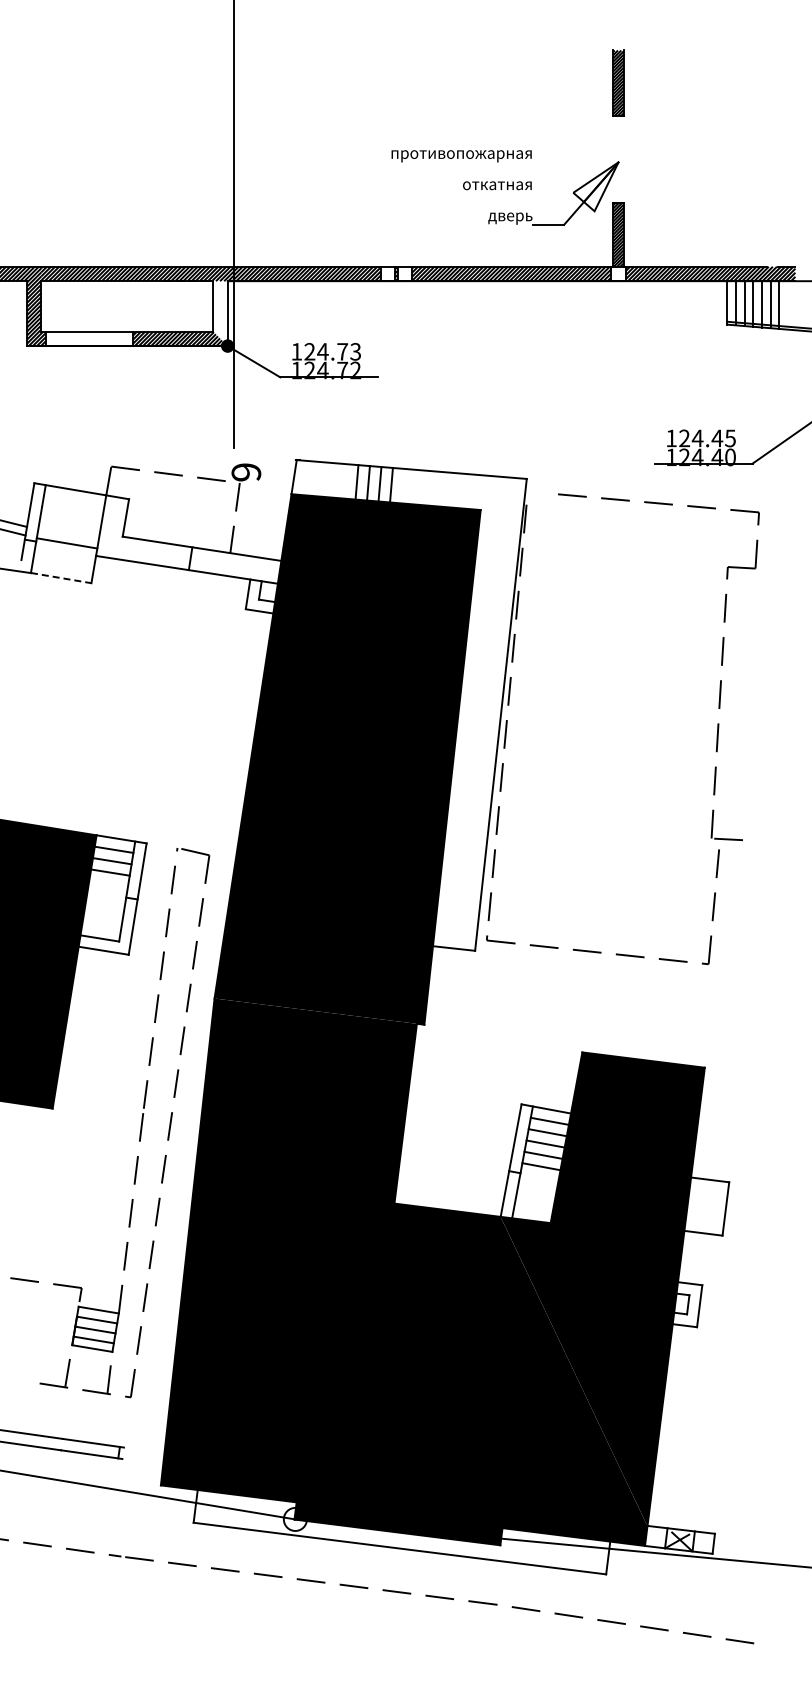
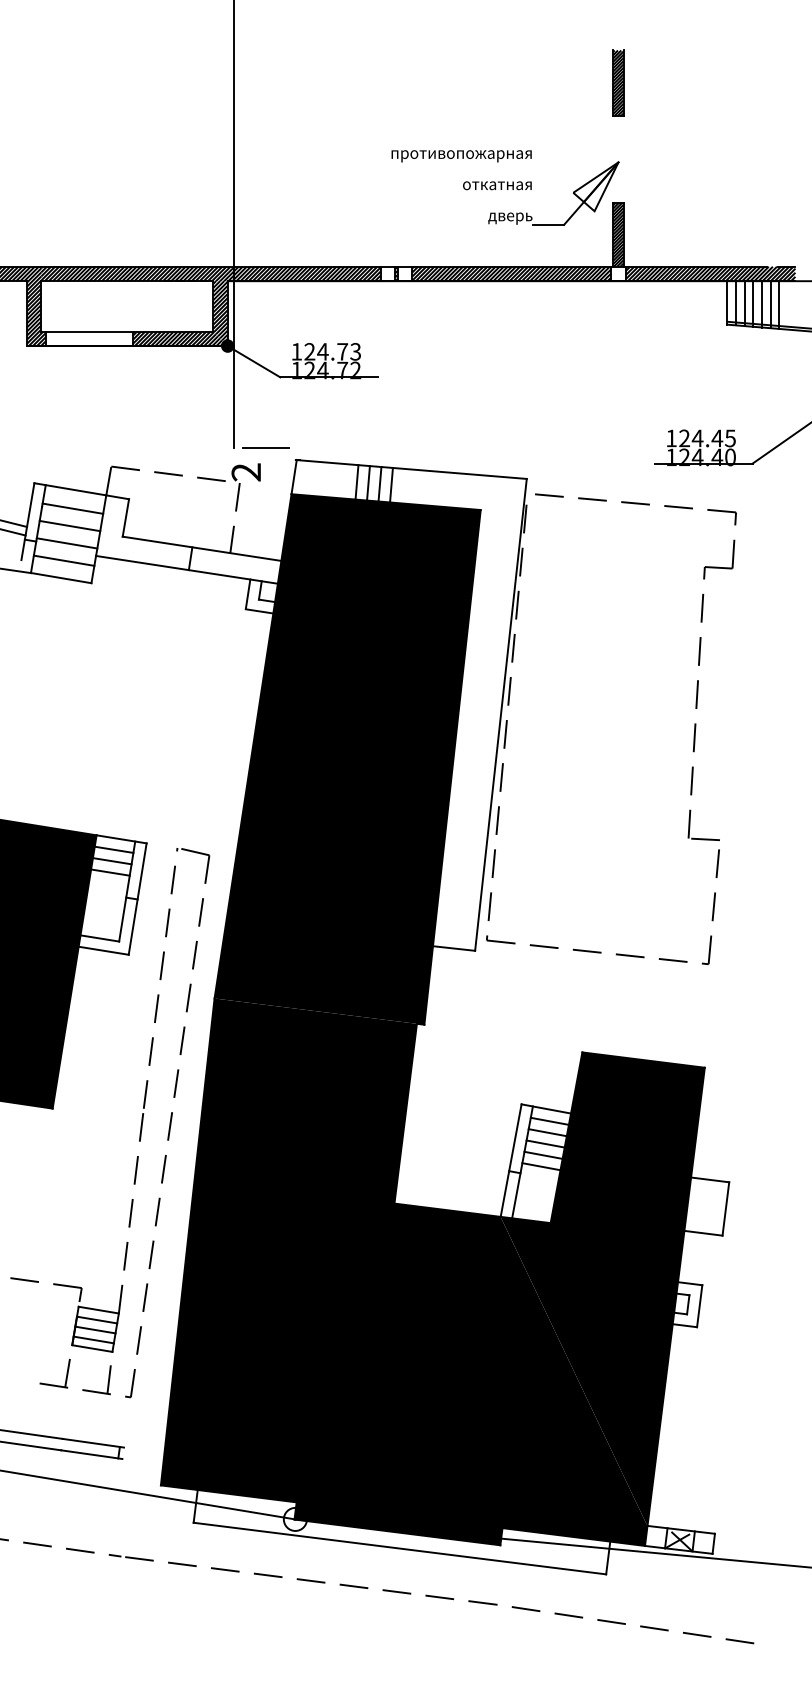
hatch at (220, 312): none -> present
line at (265, 447): none -> present
text at (246, 472): 9 -> 2
line at (72, 508): none -> present
line at (69, 525): none -> present
line at (63, 560): none -> present
line at (61, 578): dashed -> solid
part at (721, 665) position: (721, 665) -> (698, 665)
